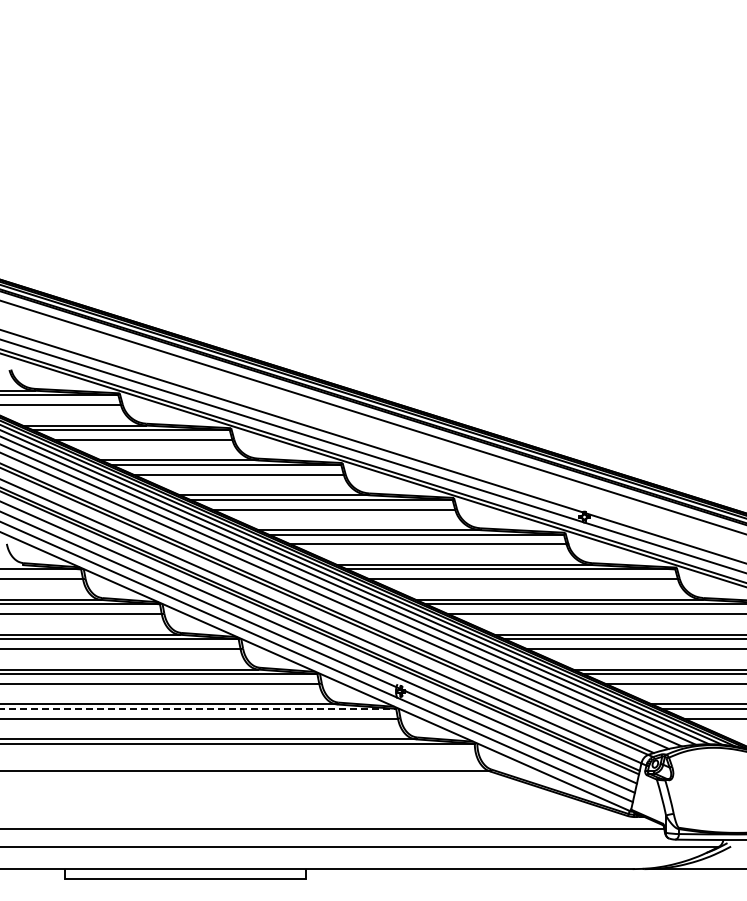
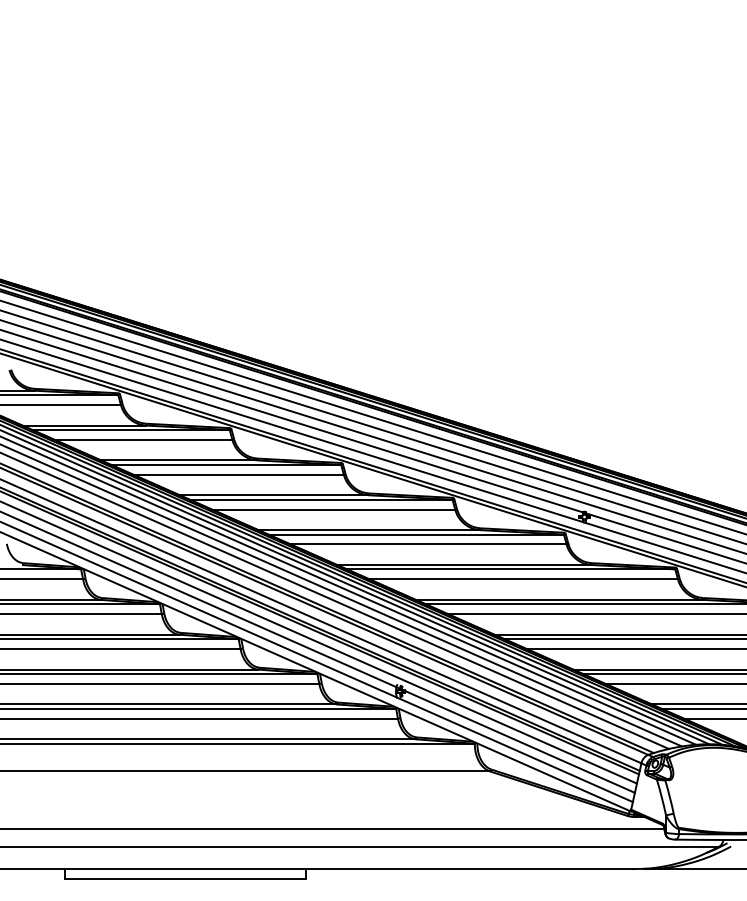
line at (372, 427): none -> present
line at (372, 436): none -> present
line at (198, 708): dashed -> solid
